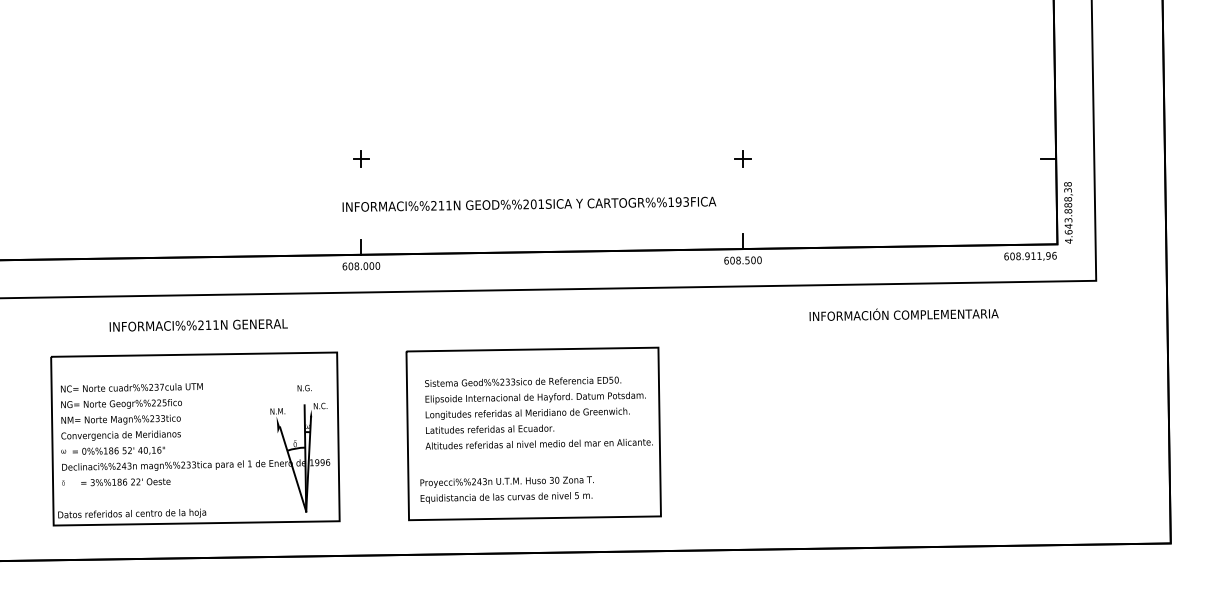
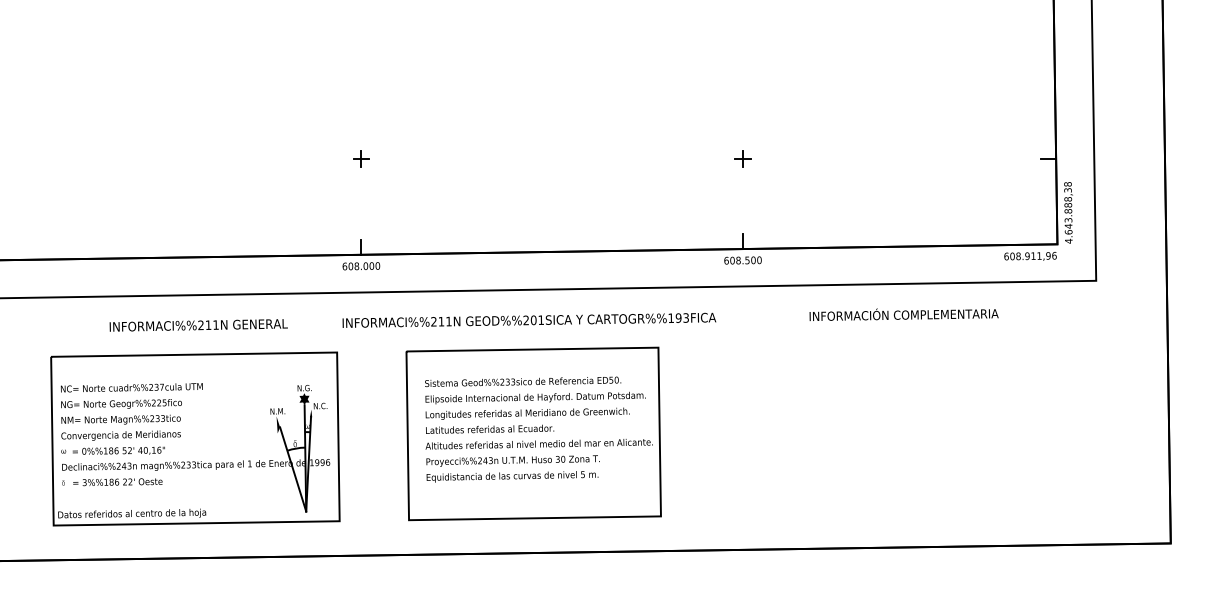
text at (529, 203) position: (529, 203) -> (529, 319)
fill at (304, 399): none -> present
text at (125, 482) position: (125, 482) -> (117, 482)
text at (506, 489) position: (506, 489) -> (512, 468)
